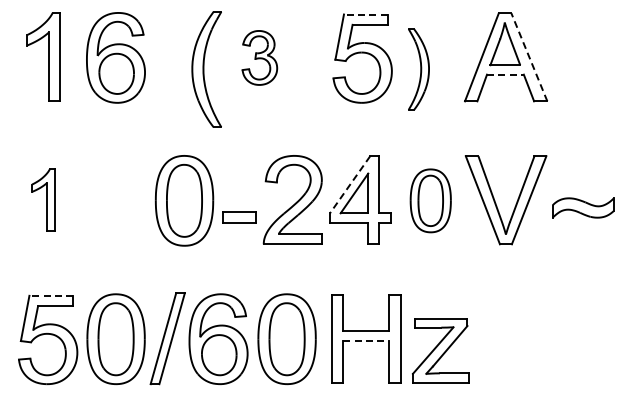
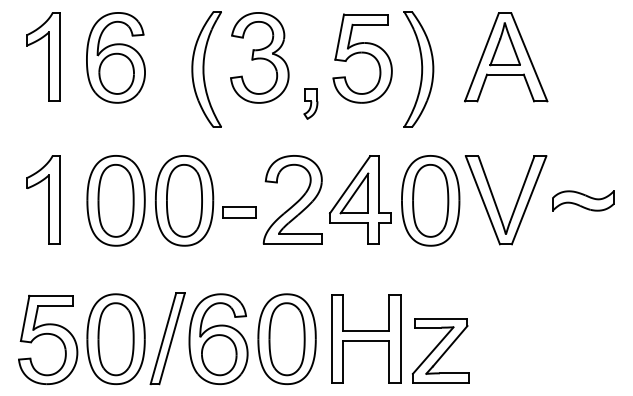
line at (365, 14): dashed -> solid
part at (259, 57) size: 38x56 px -> 60x92 px
line at (529, 57): dashed -> solid
part at (418, 69) size: 22x83 px -> 32x117 px
line at (505, 74): dashed -> solid
part at (310, 103): none -> present
line at (350, 184): dashed -> solid
part at (43, 199) size: 25x64 px -> 35x90 px
part at (115, 200): none -> present
part at (430, 200) size: 43x66 px -> 60x92 px
part at (583, 207) position: (583, 207) -> (583, 200)
part at (239, 217) position: (239, 217) -> (239, 212)
line at (51, 295): dashed -> solid
line at (366, 341): dashed -> solid
